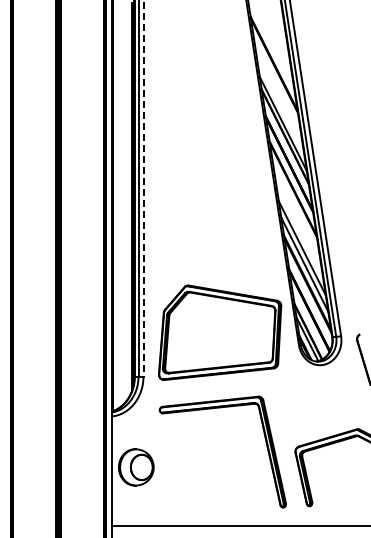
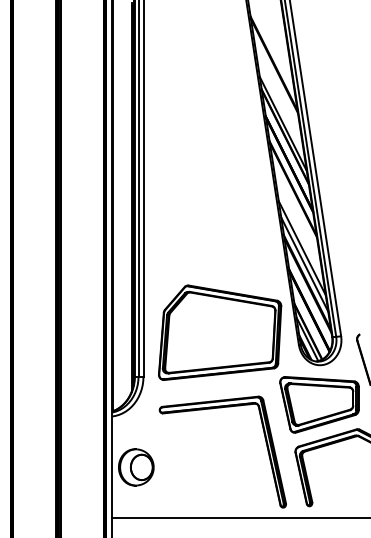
line at (143, 189): dashed -> solid
part at (319, 404): none -> present
line at (239, 526) position: (239, 526) -> (239, 518)
